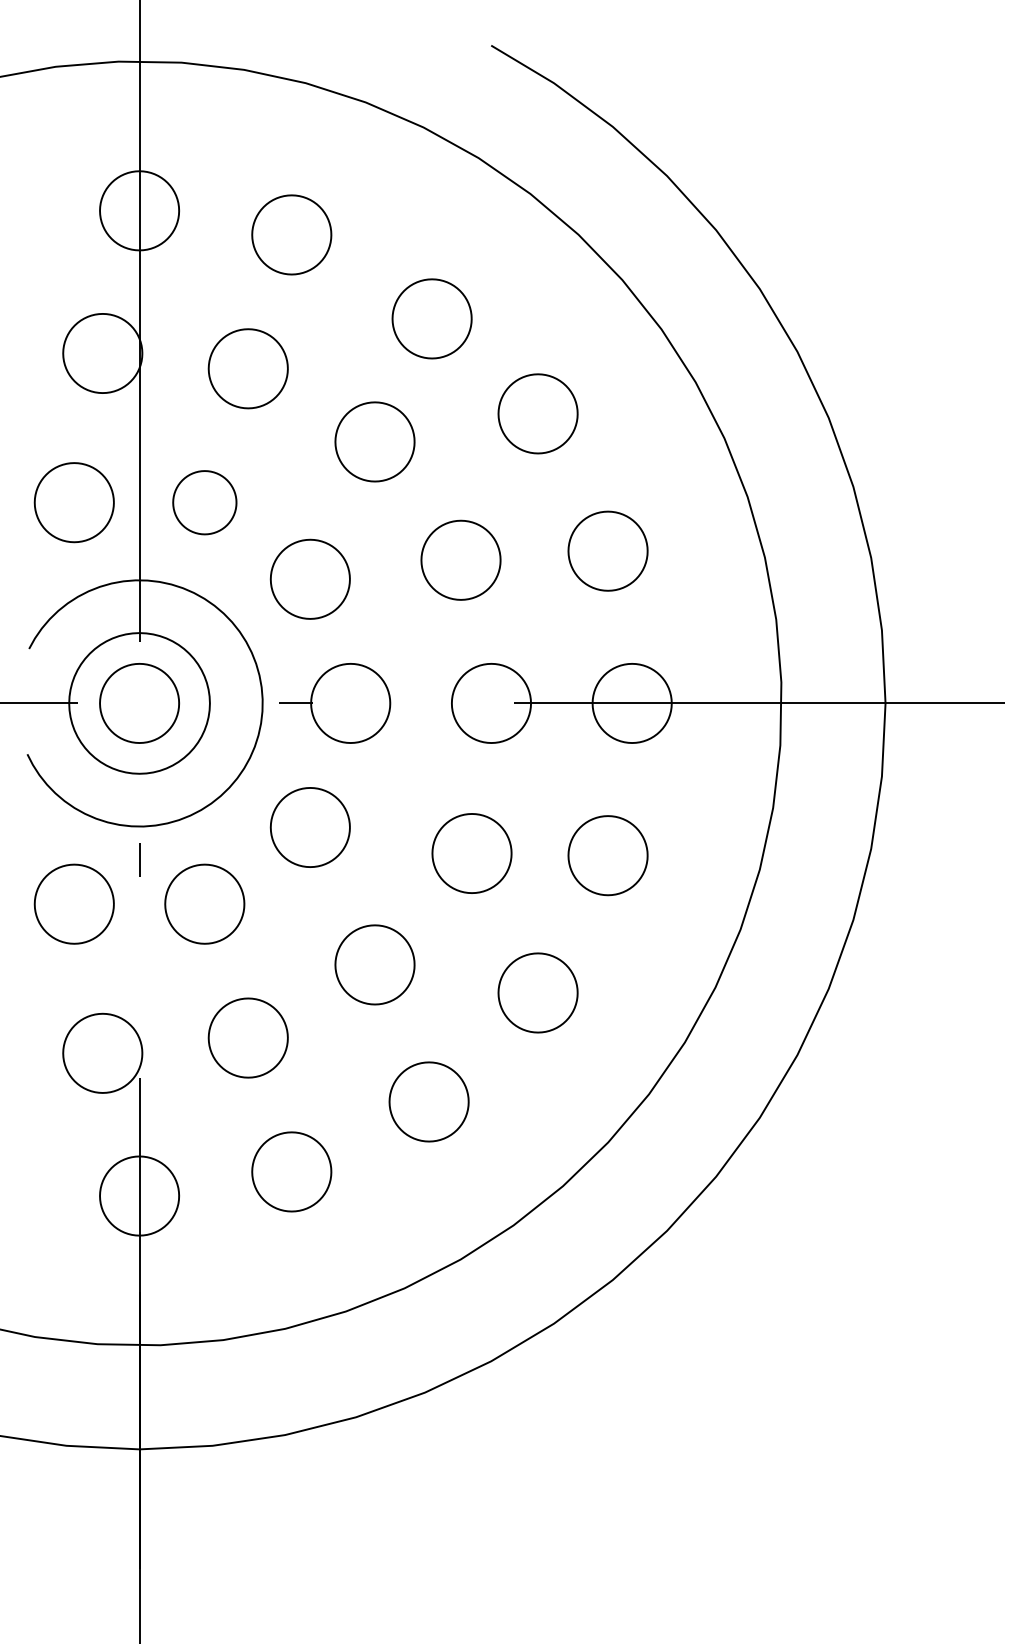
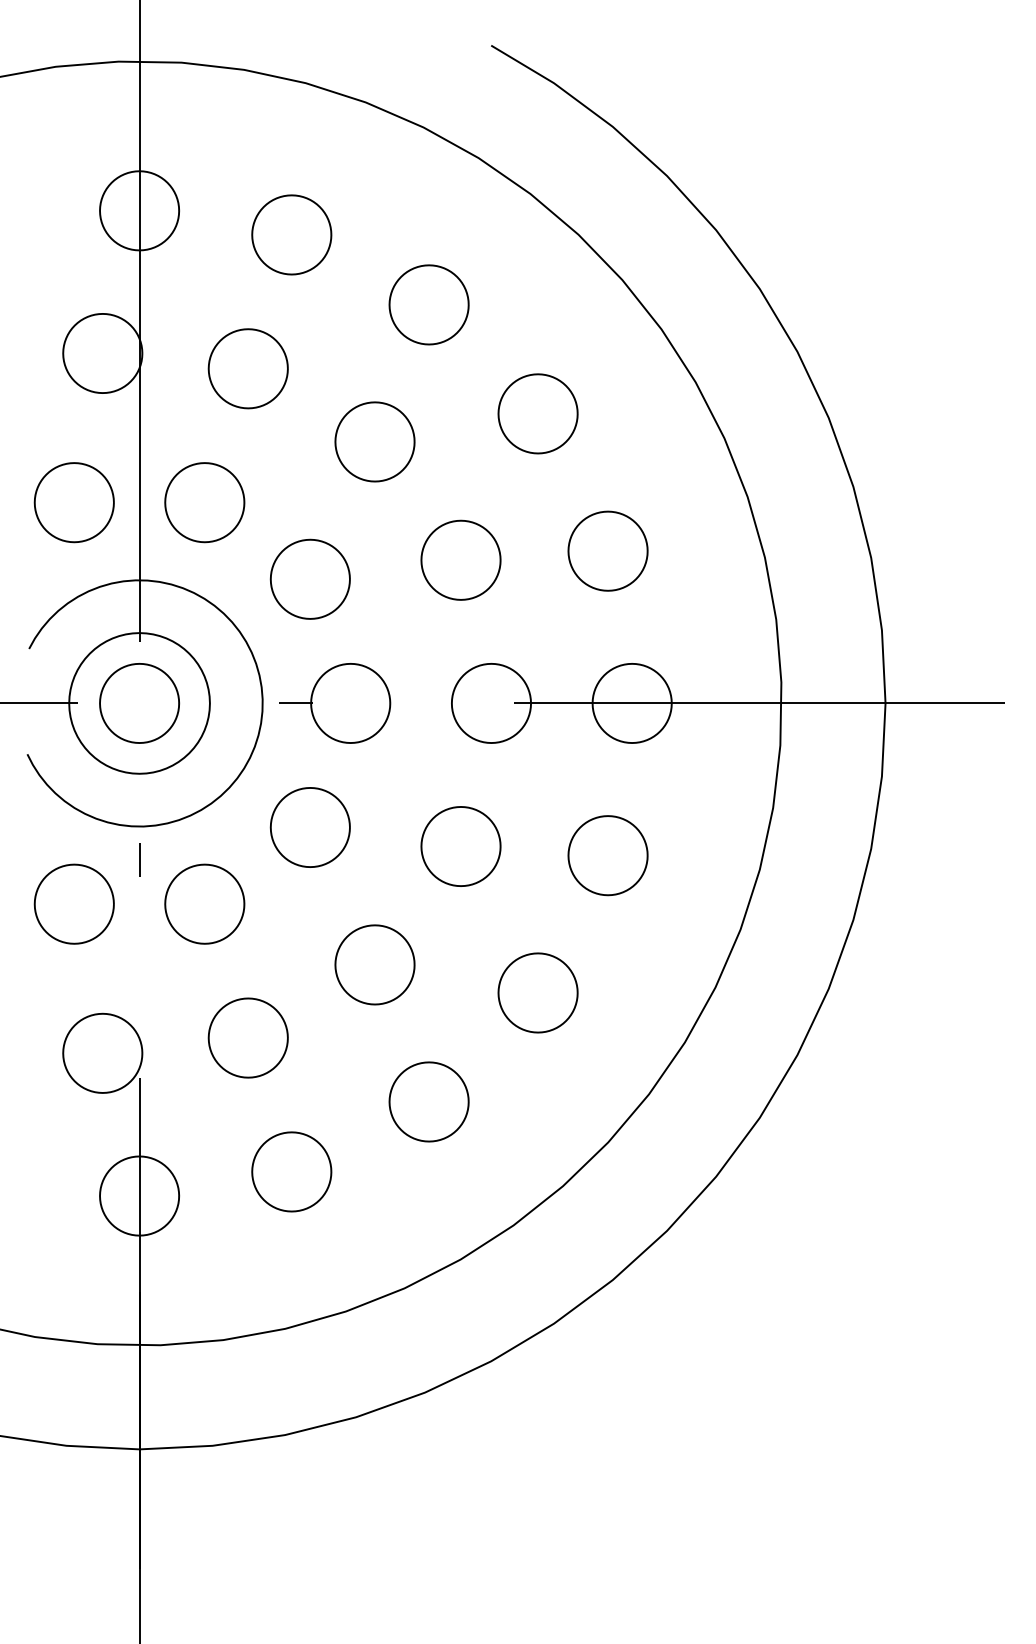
part at (431, 318) position: (431, 318) -> (428, 304)
part at (204, 502) size: 66x66 px -> 82x82 px
part at (471, 853) position: (471, 853) -> (460, 846)
